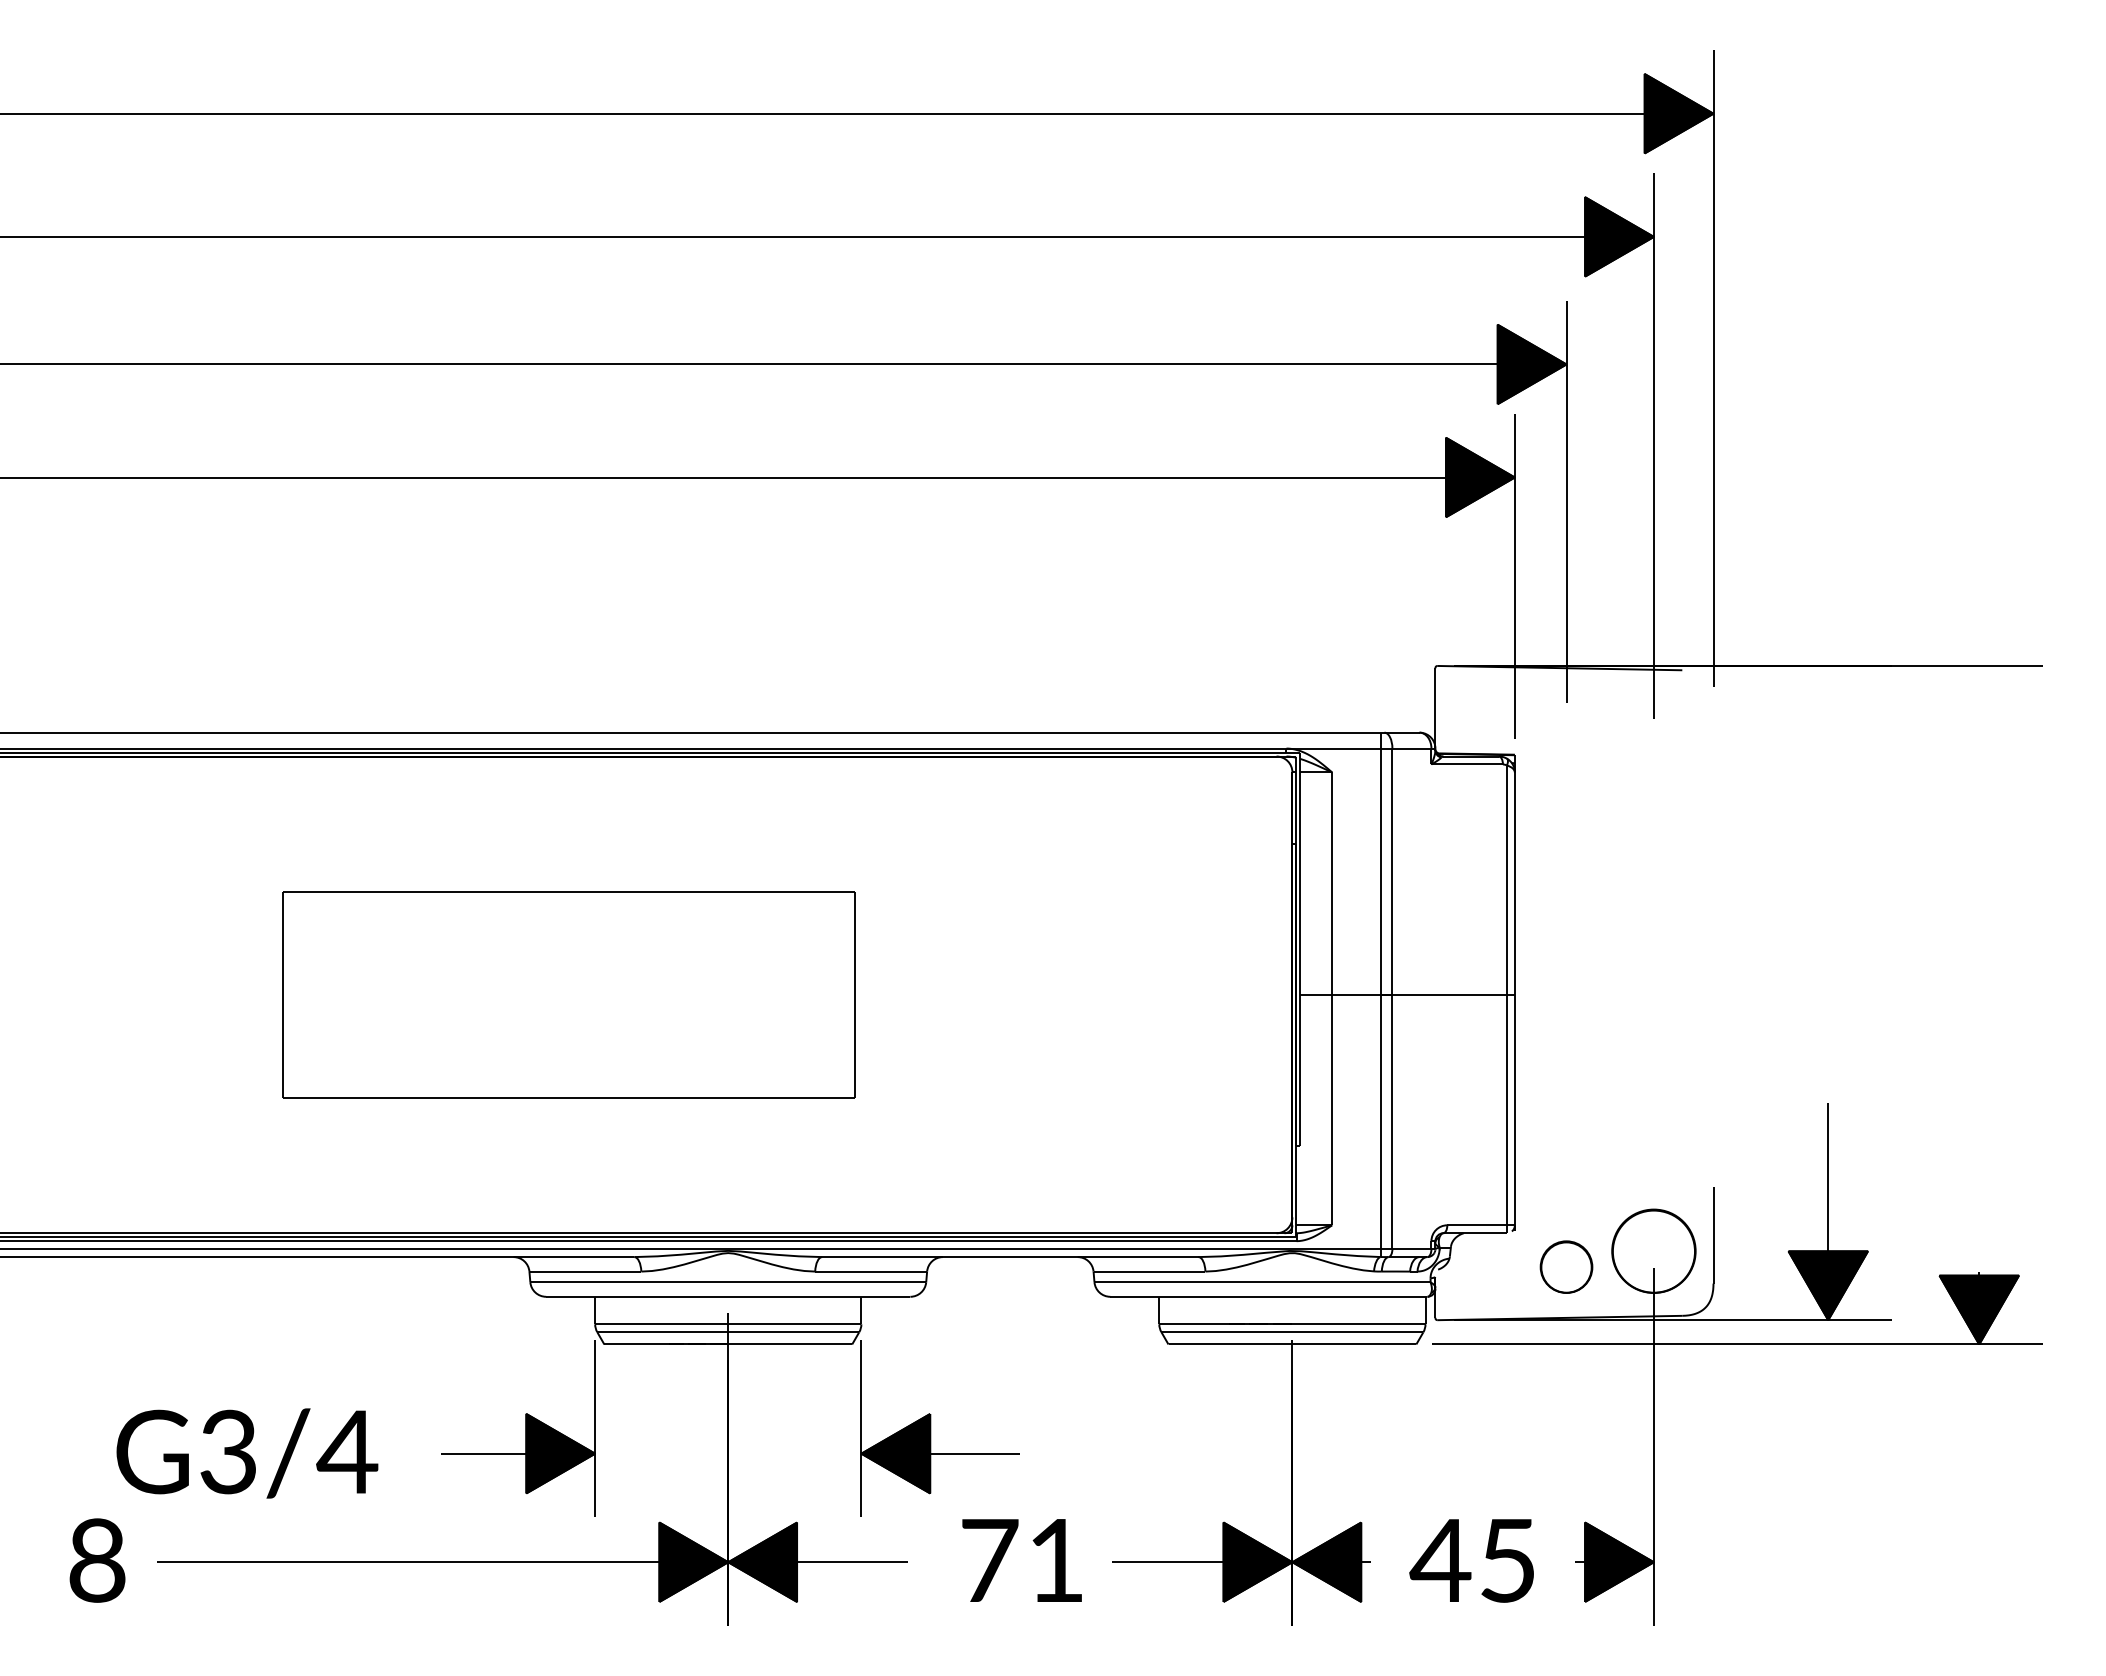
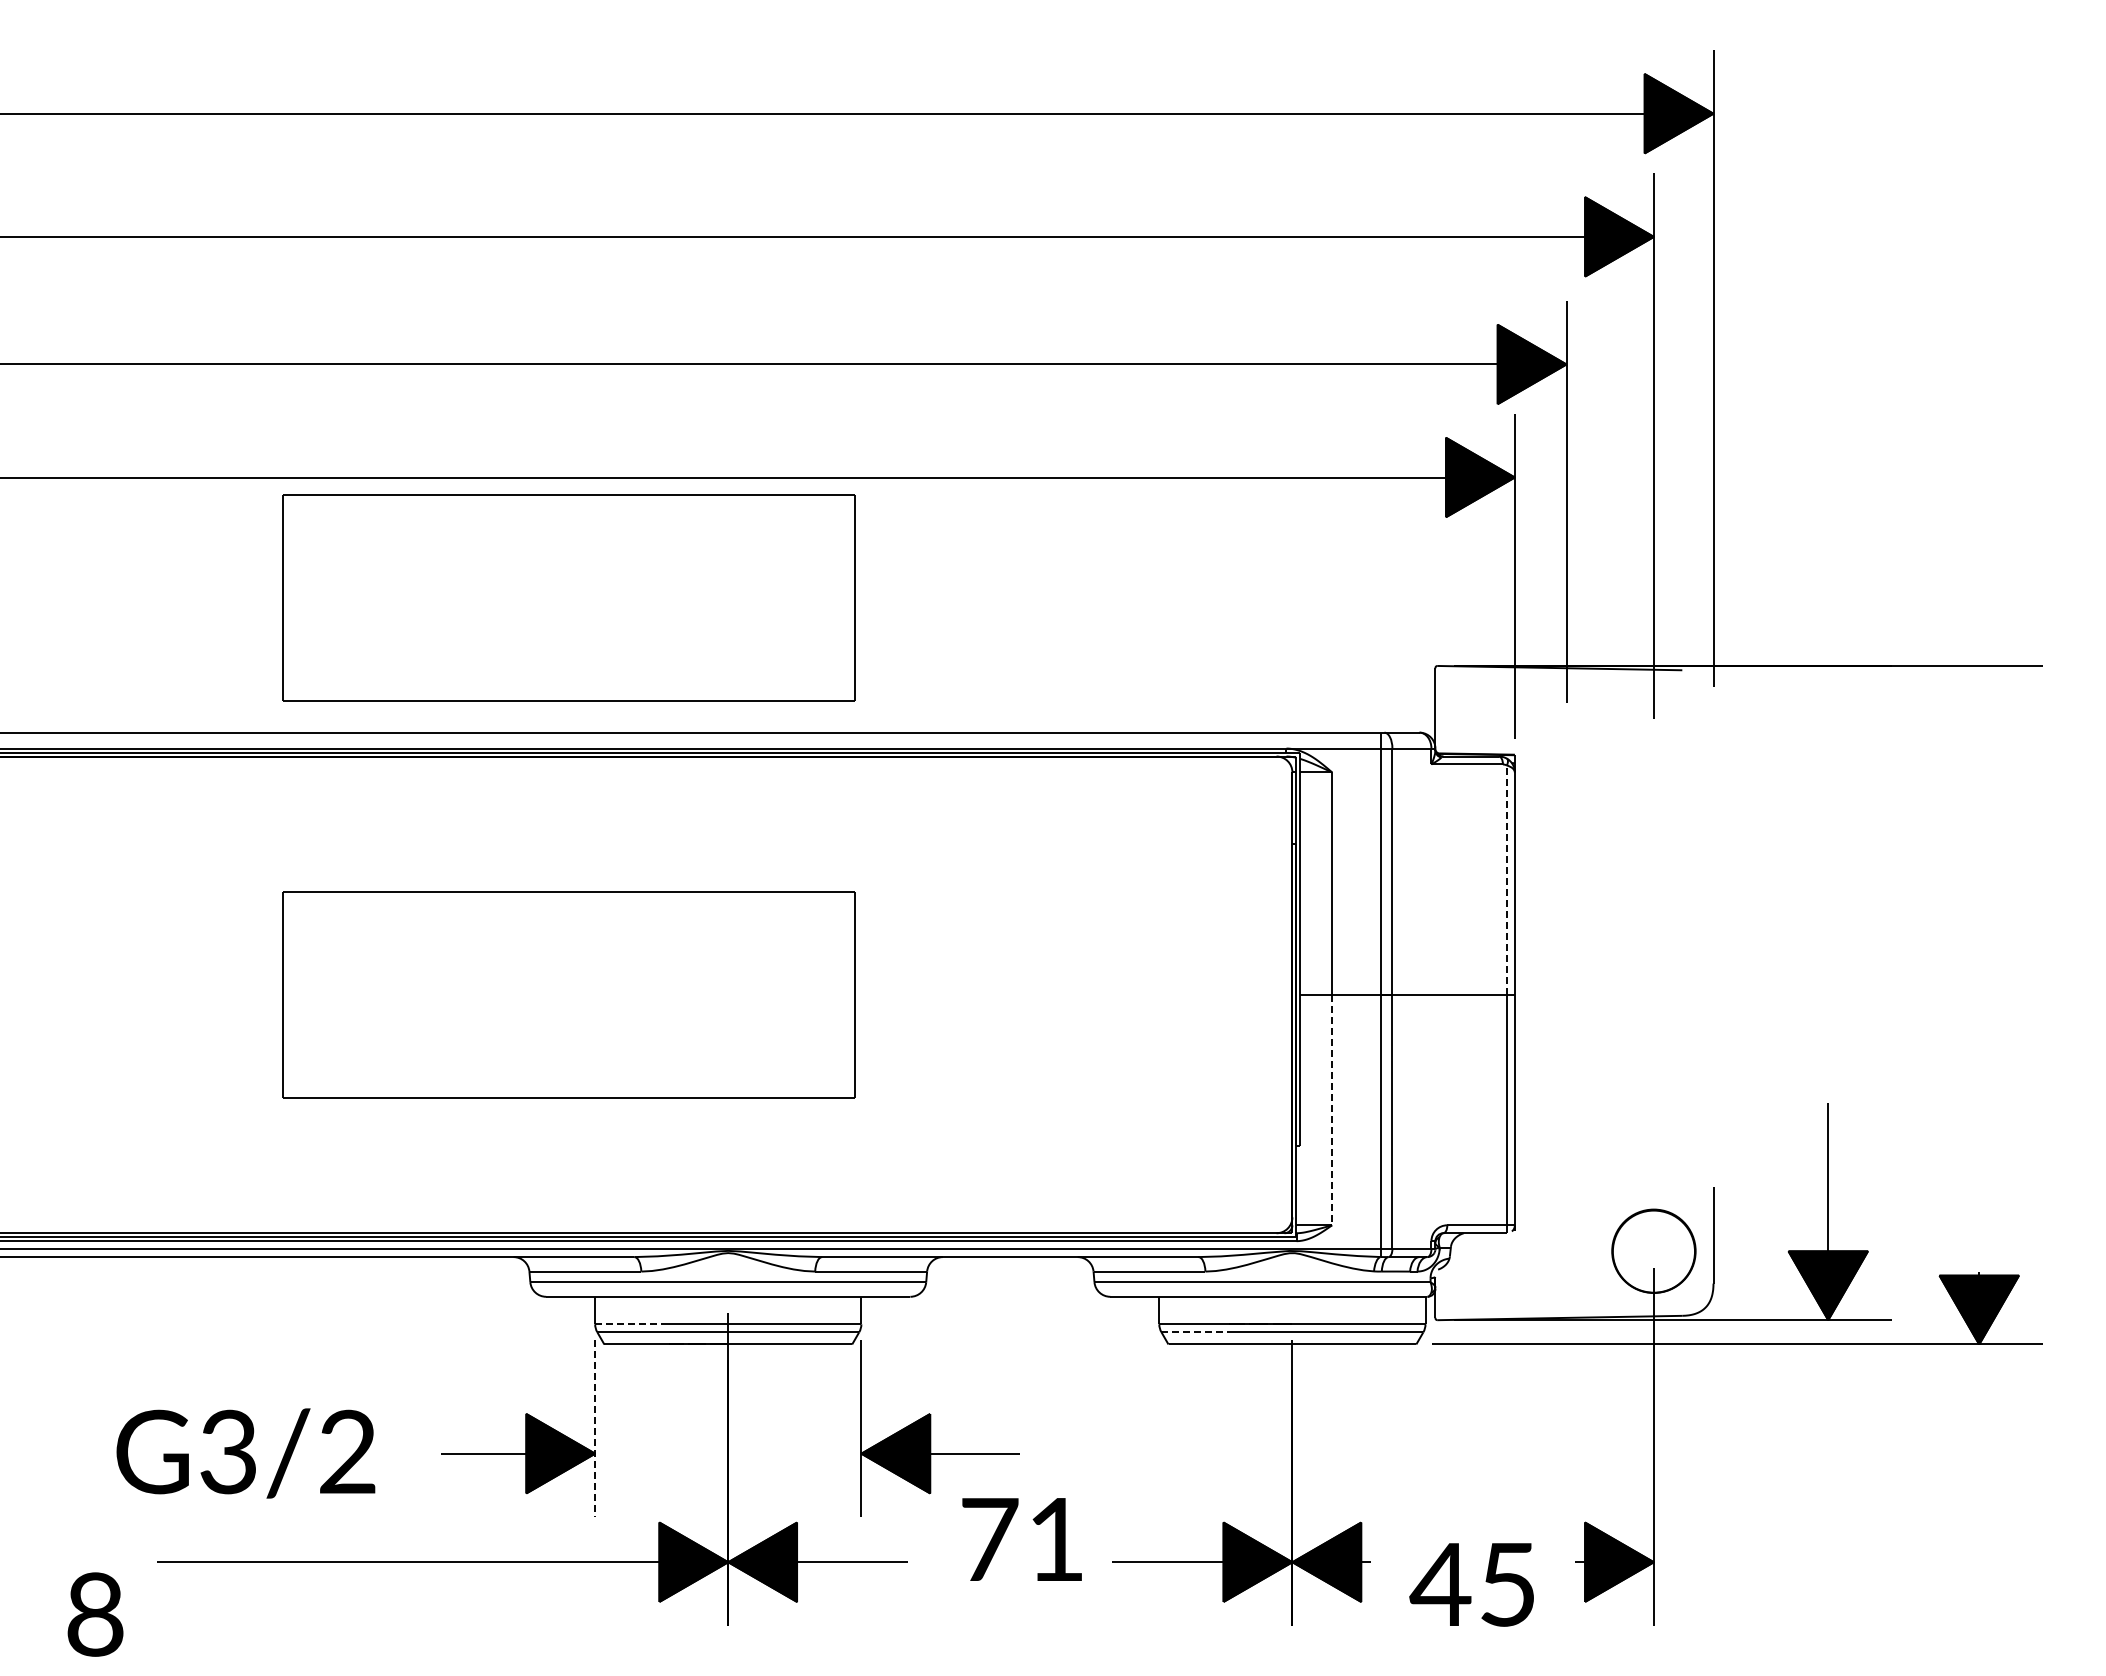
part at (568, 597): none -> present
line at (1506, 880): solid -> dashed
line at (1332, 1110): solid -> dashed
part at (1566, 1266): present -> none
line at (629, 1324): solid -> dashed
line at (1196, 1332): solid -> dashed
line at (595, 1428): solid -> dashed
text at (347, 1451): G3/4 -> G3/2
text at (97, 1560) position: (97, 1560) -> (95, 1614)
text at (1021, 1560) position: (1021, 1560) -> (1021, 1539)
text at (1471, 1560) position: (1471, 1560) -> (1471, 1584)
